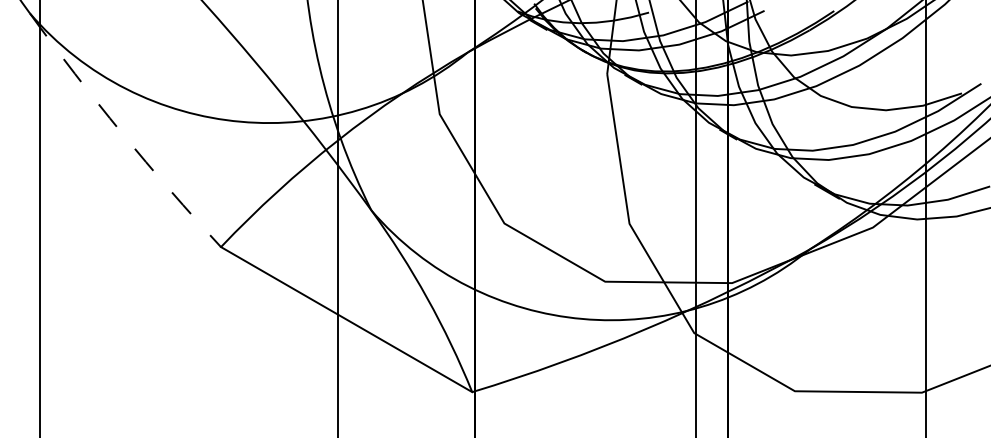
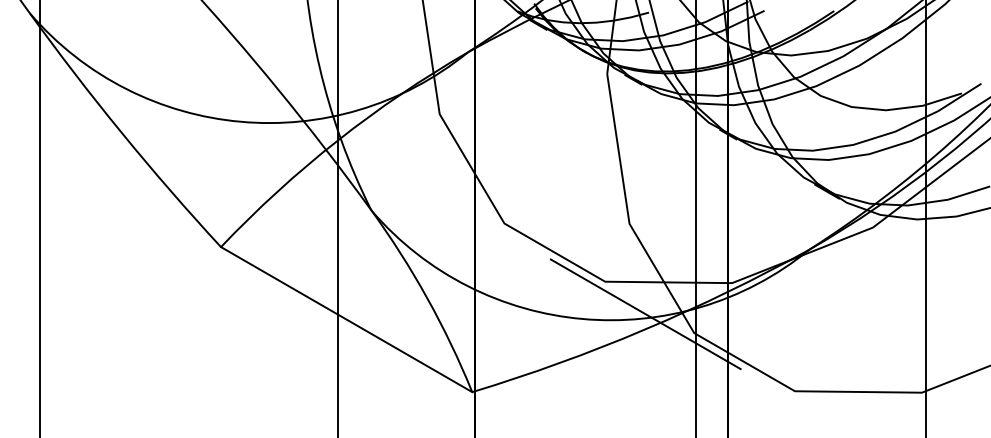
arc at (121, 133): dashed -> solid
line at (645, 314): none -> present
